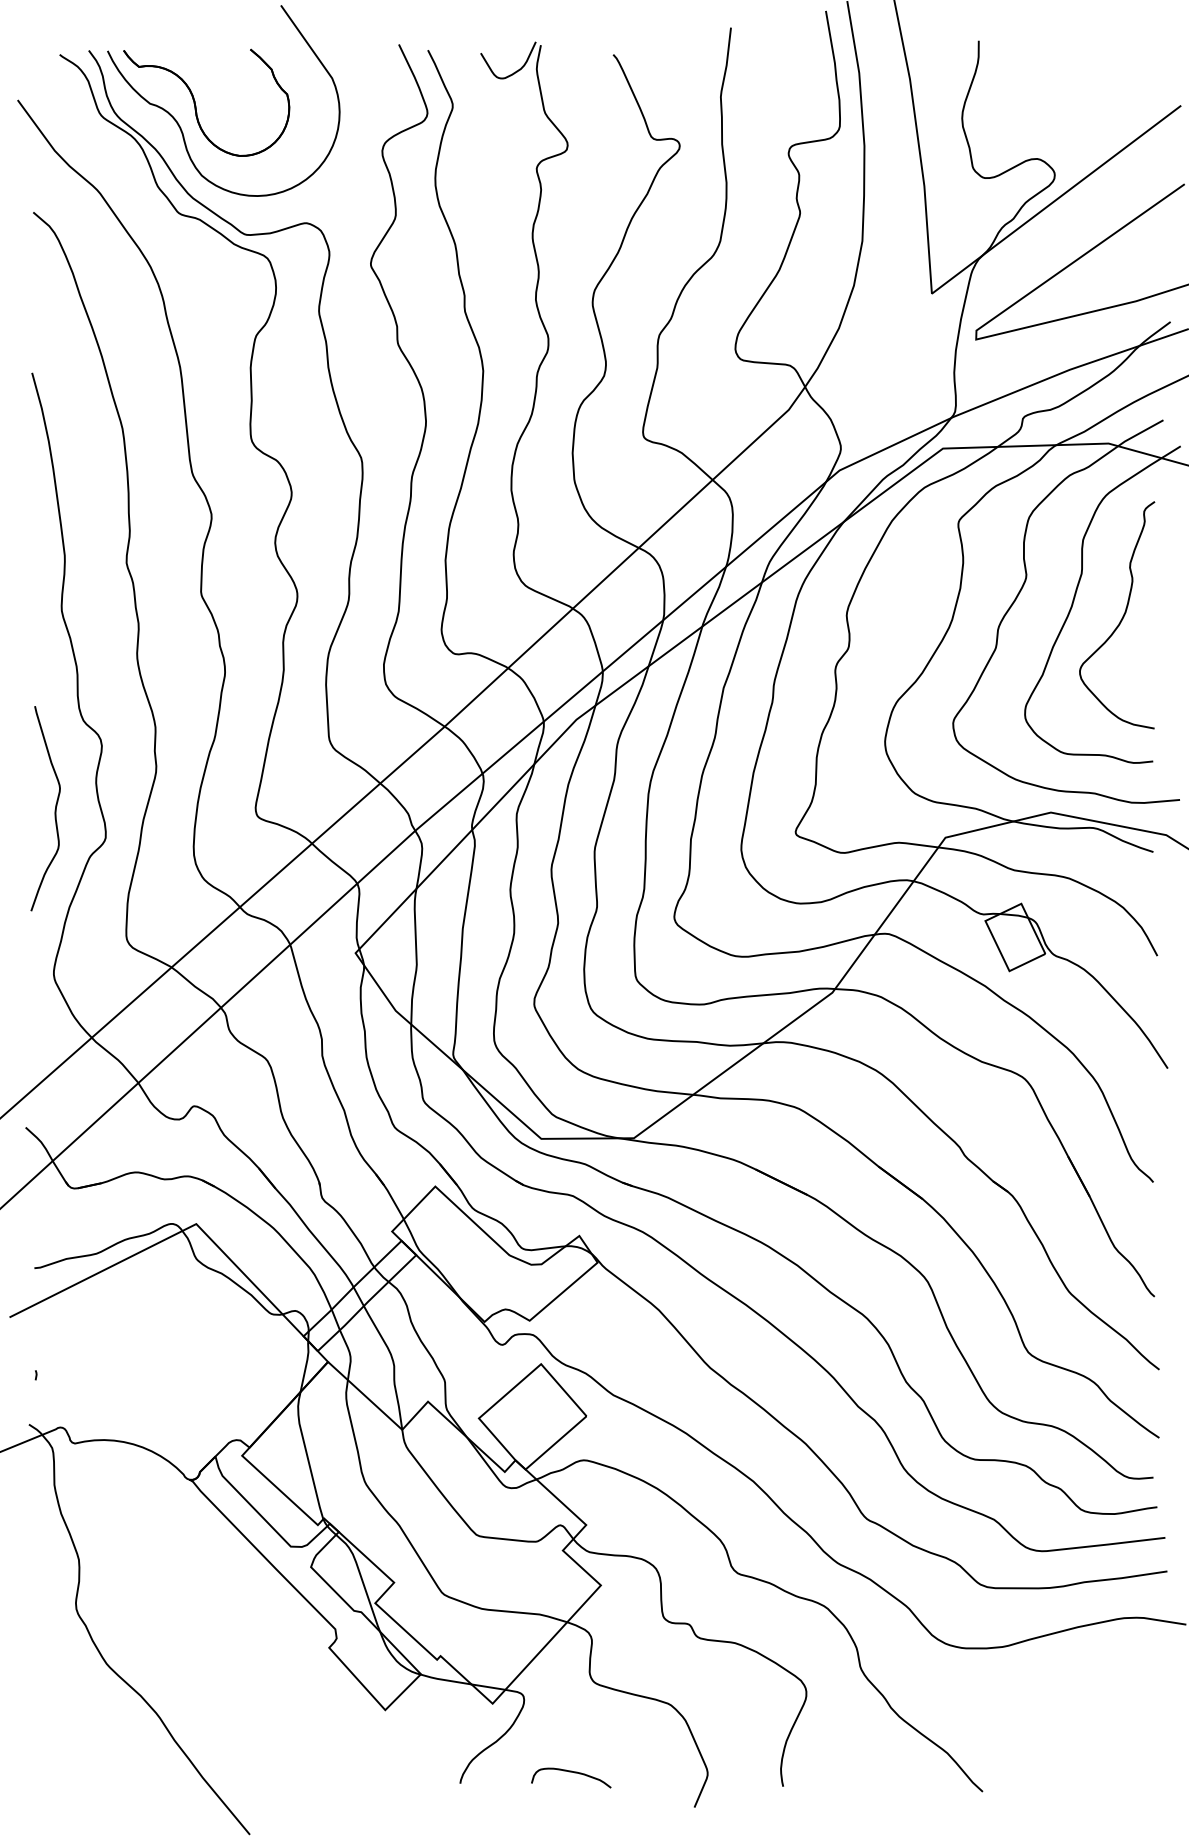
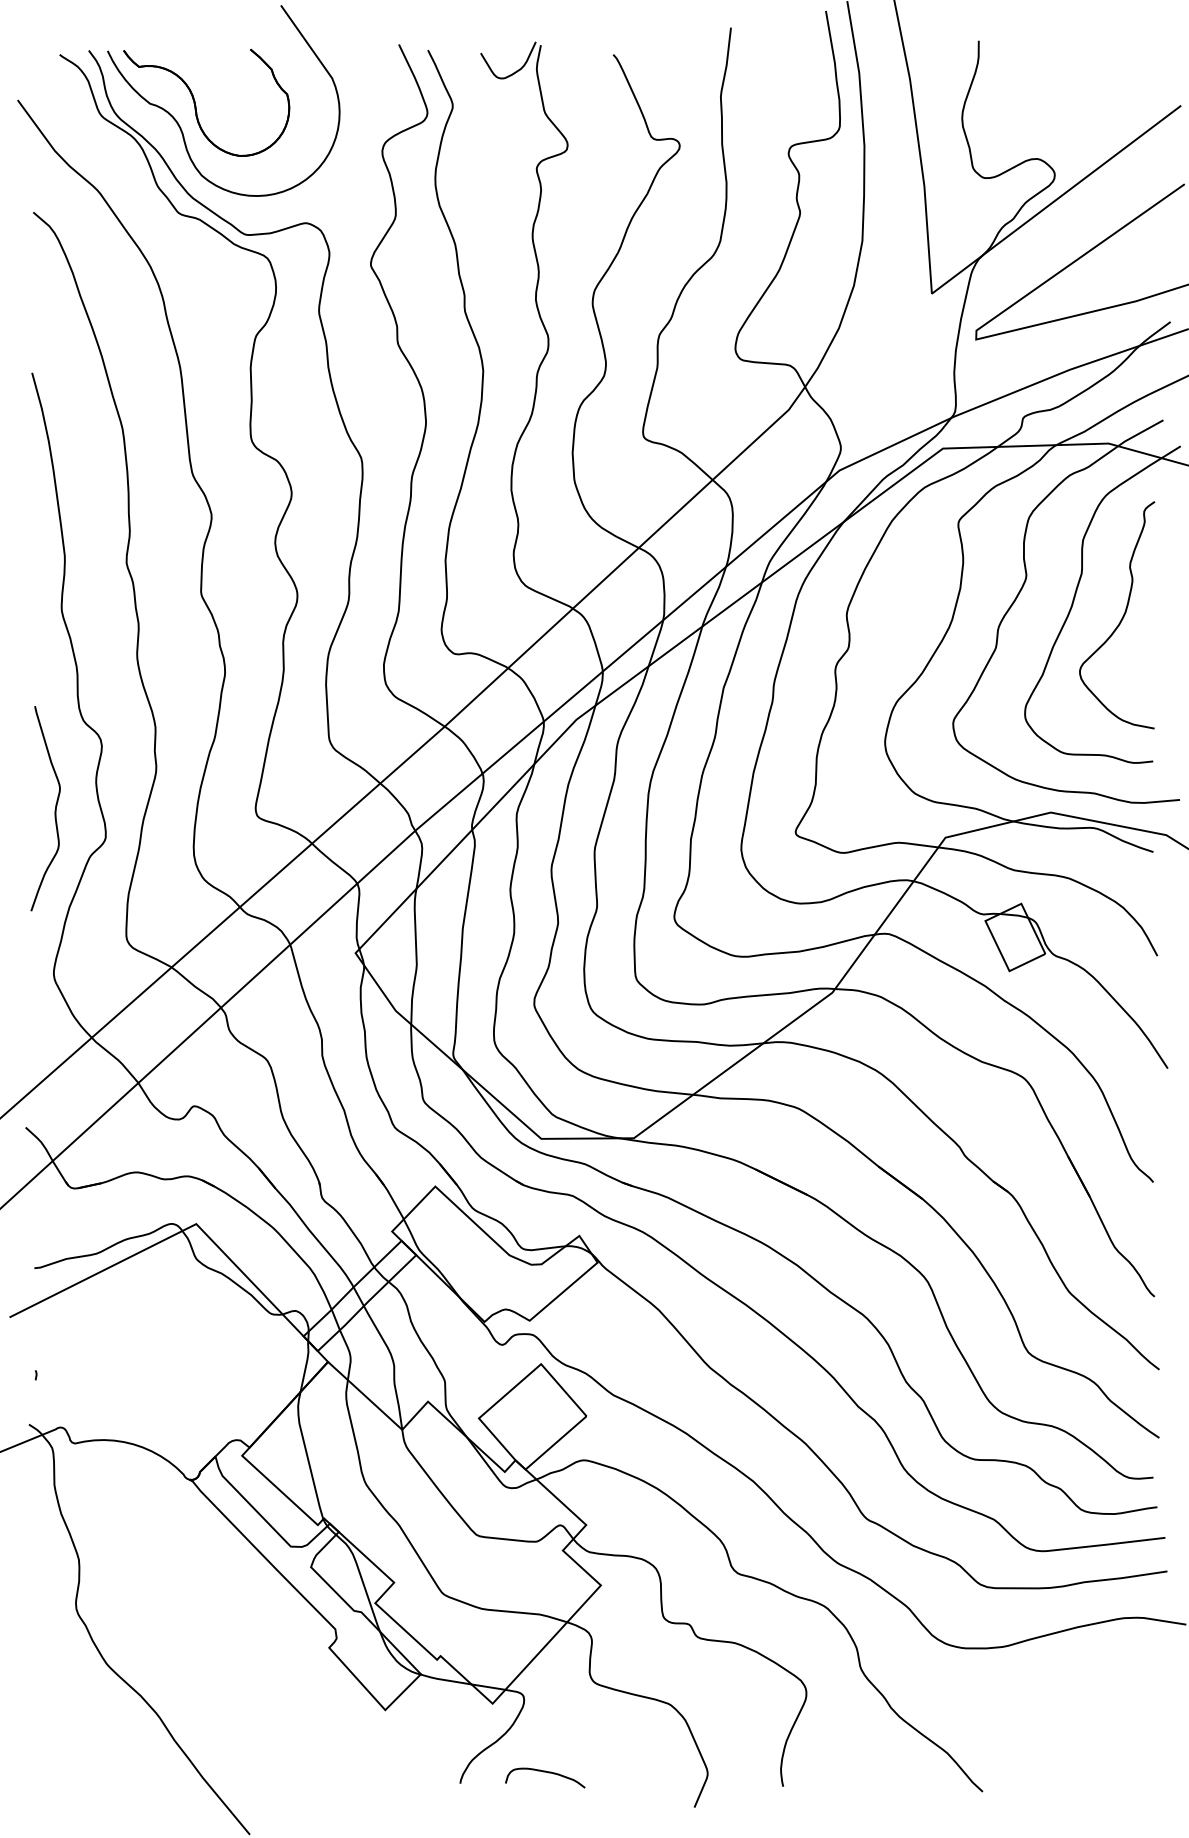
curve at (571, 1772) position: (571, 1772) -> (545, 1772)
